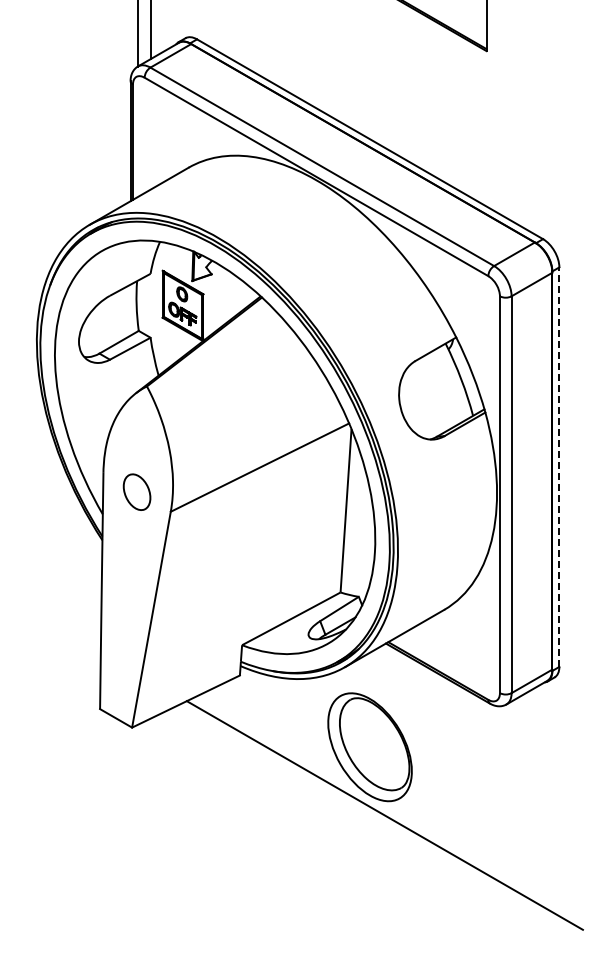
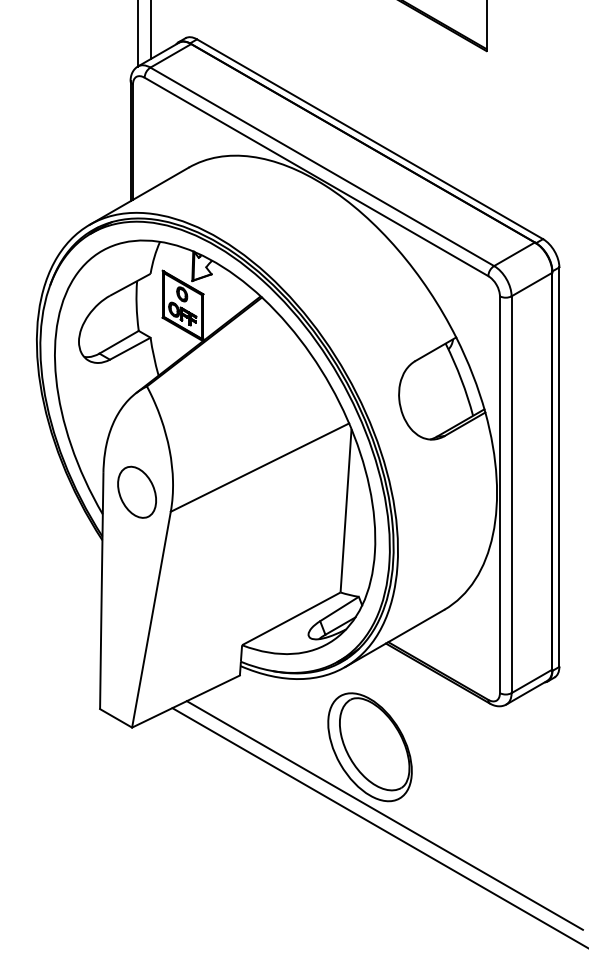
line at (559, 467): dashed -> solid
part at (136, 491) size: 30x38 px -> 40x54 px
line at (378, 827): none -> present
